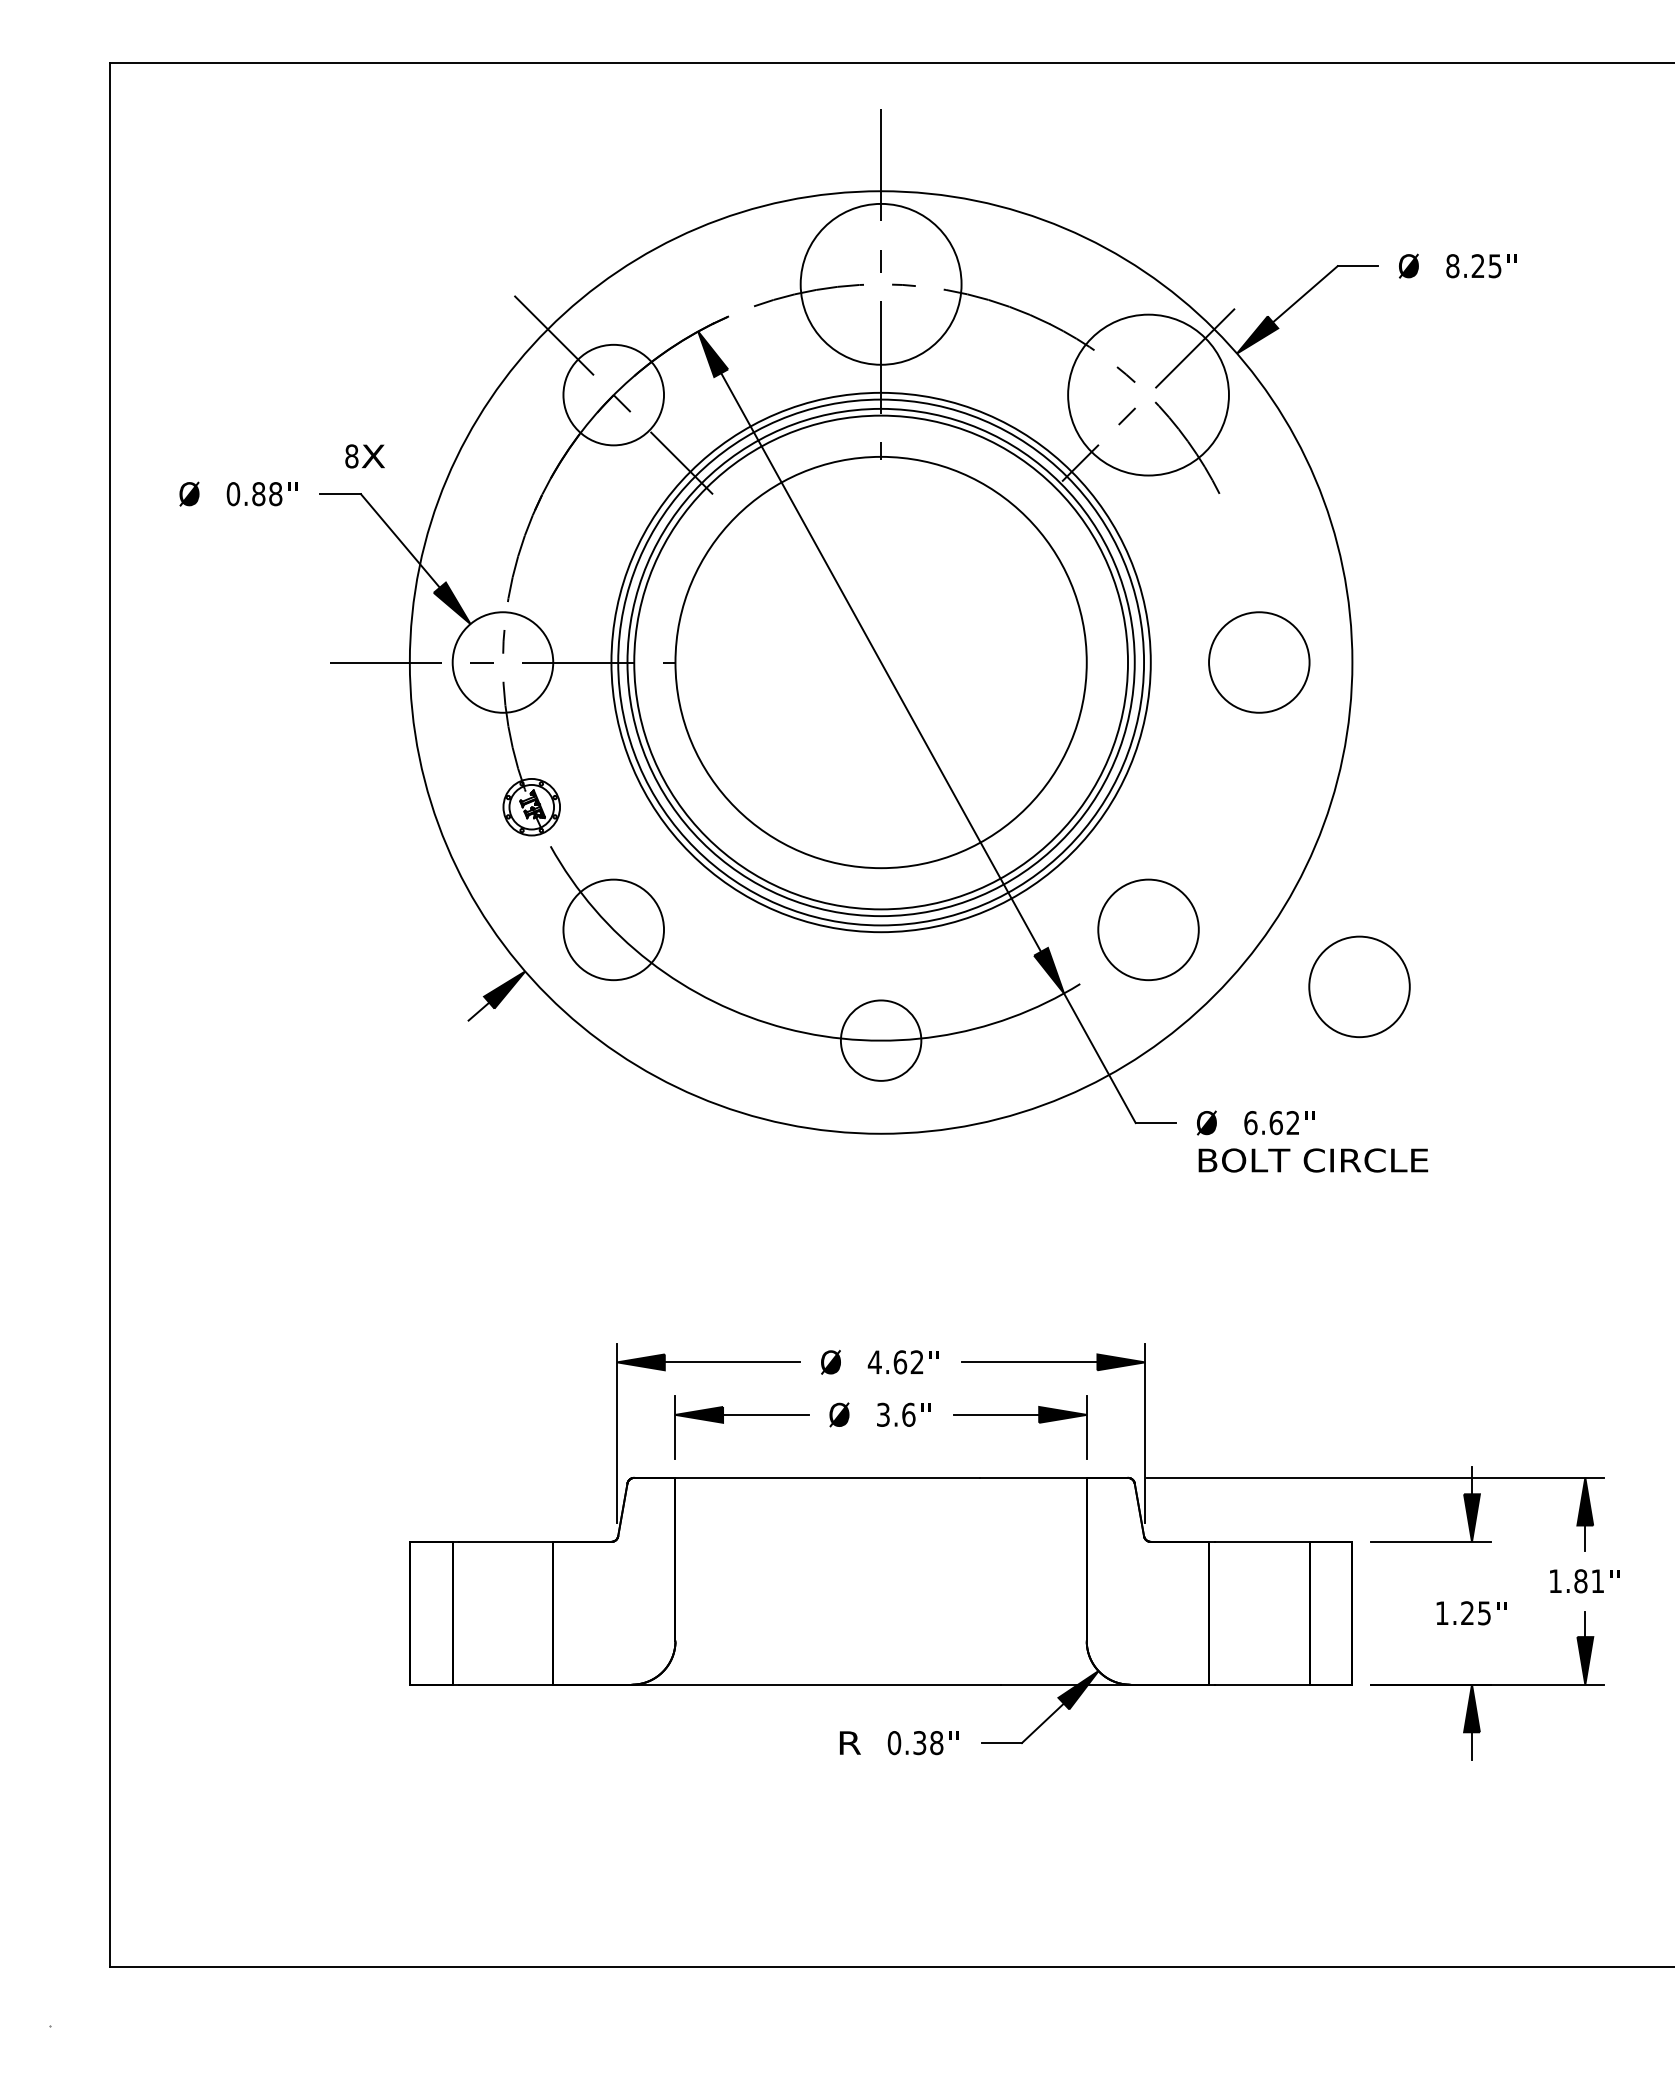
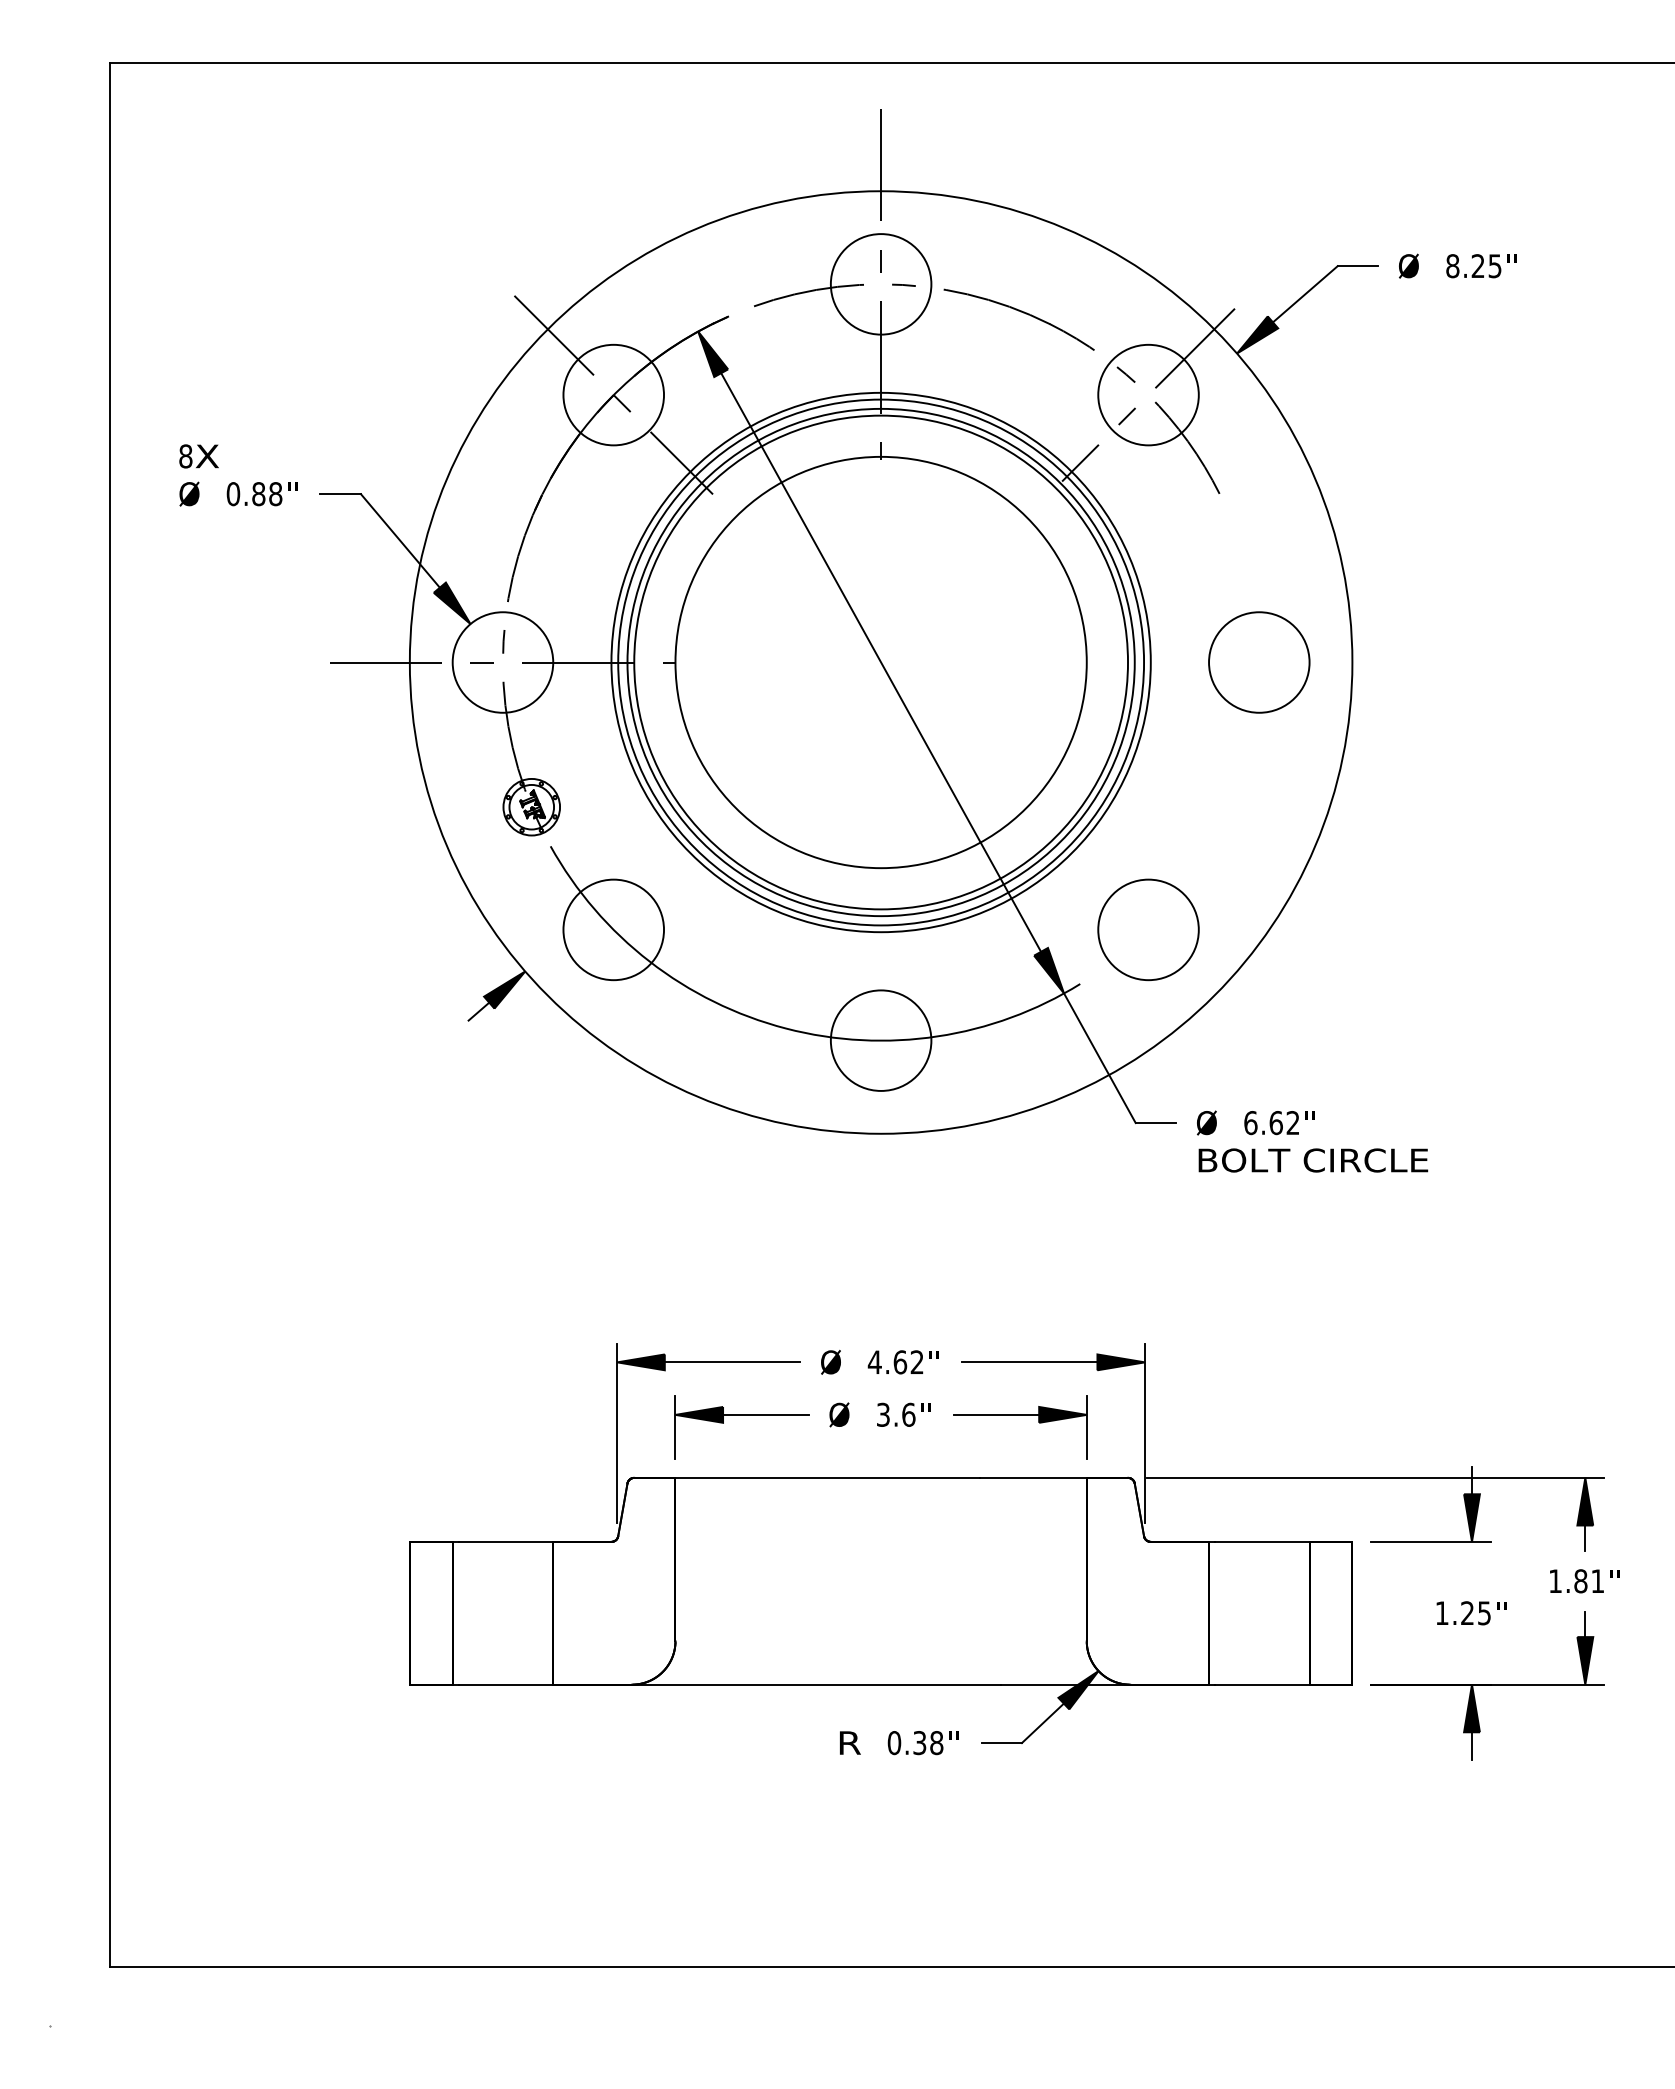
circle at (880, 283) diameter: 161 px -> 101 px
circle at (1148, 394) diameter: 161 px -> 101 px
text at (364, 456) position: (364, 456) -> (198, 456)
circle at (1359, 986): present -> none
circle at (880, 1040) diameter: 80 px -> 101 px
